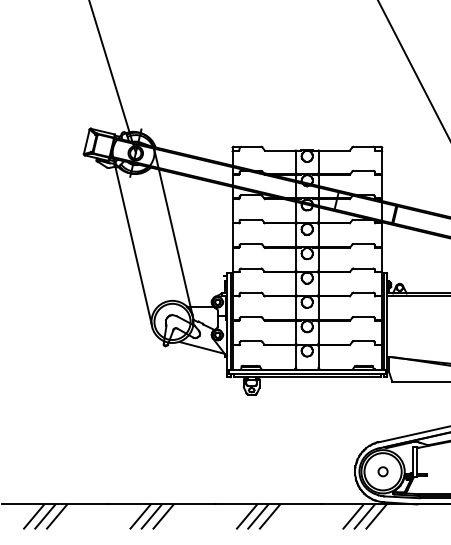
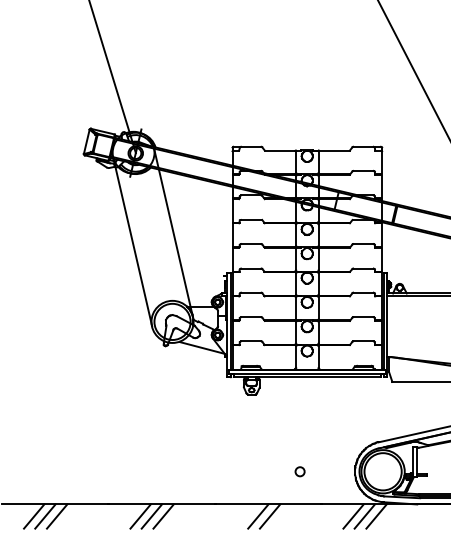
circle at (382, 471) position: (382, 471) -> (299, 471)
line at (246, 516): present -> none
